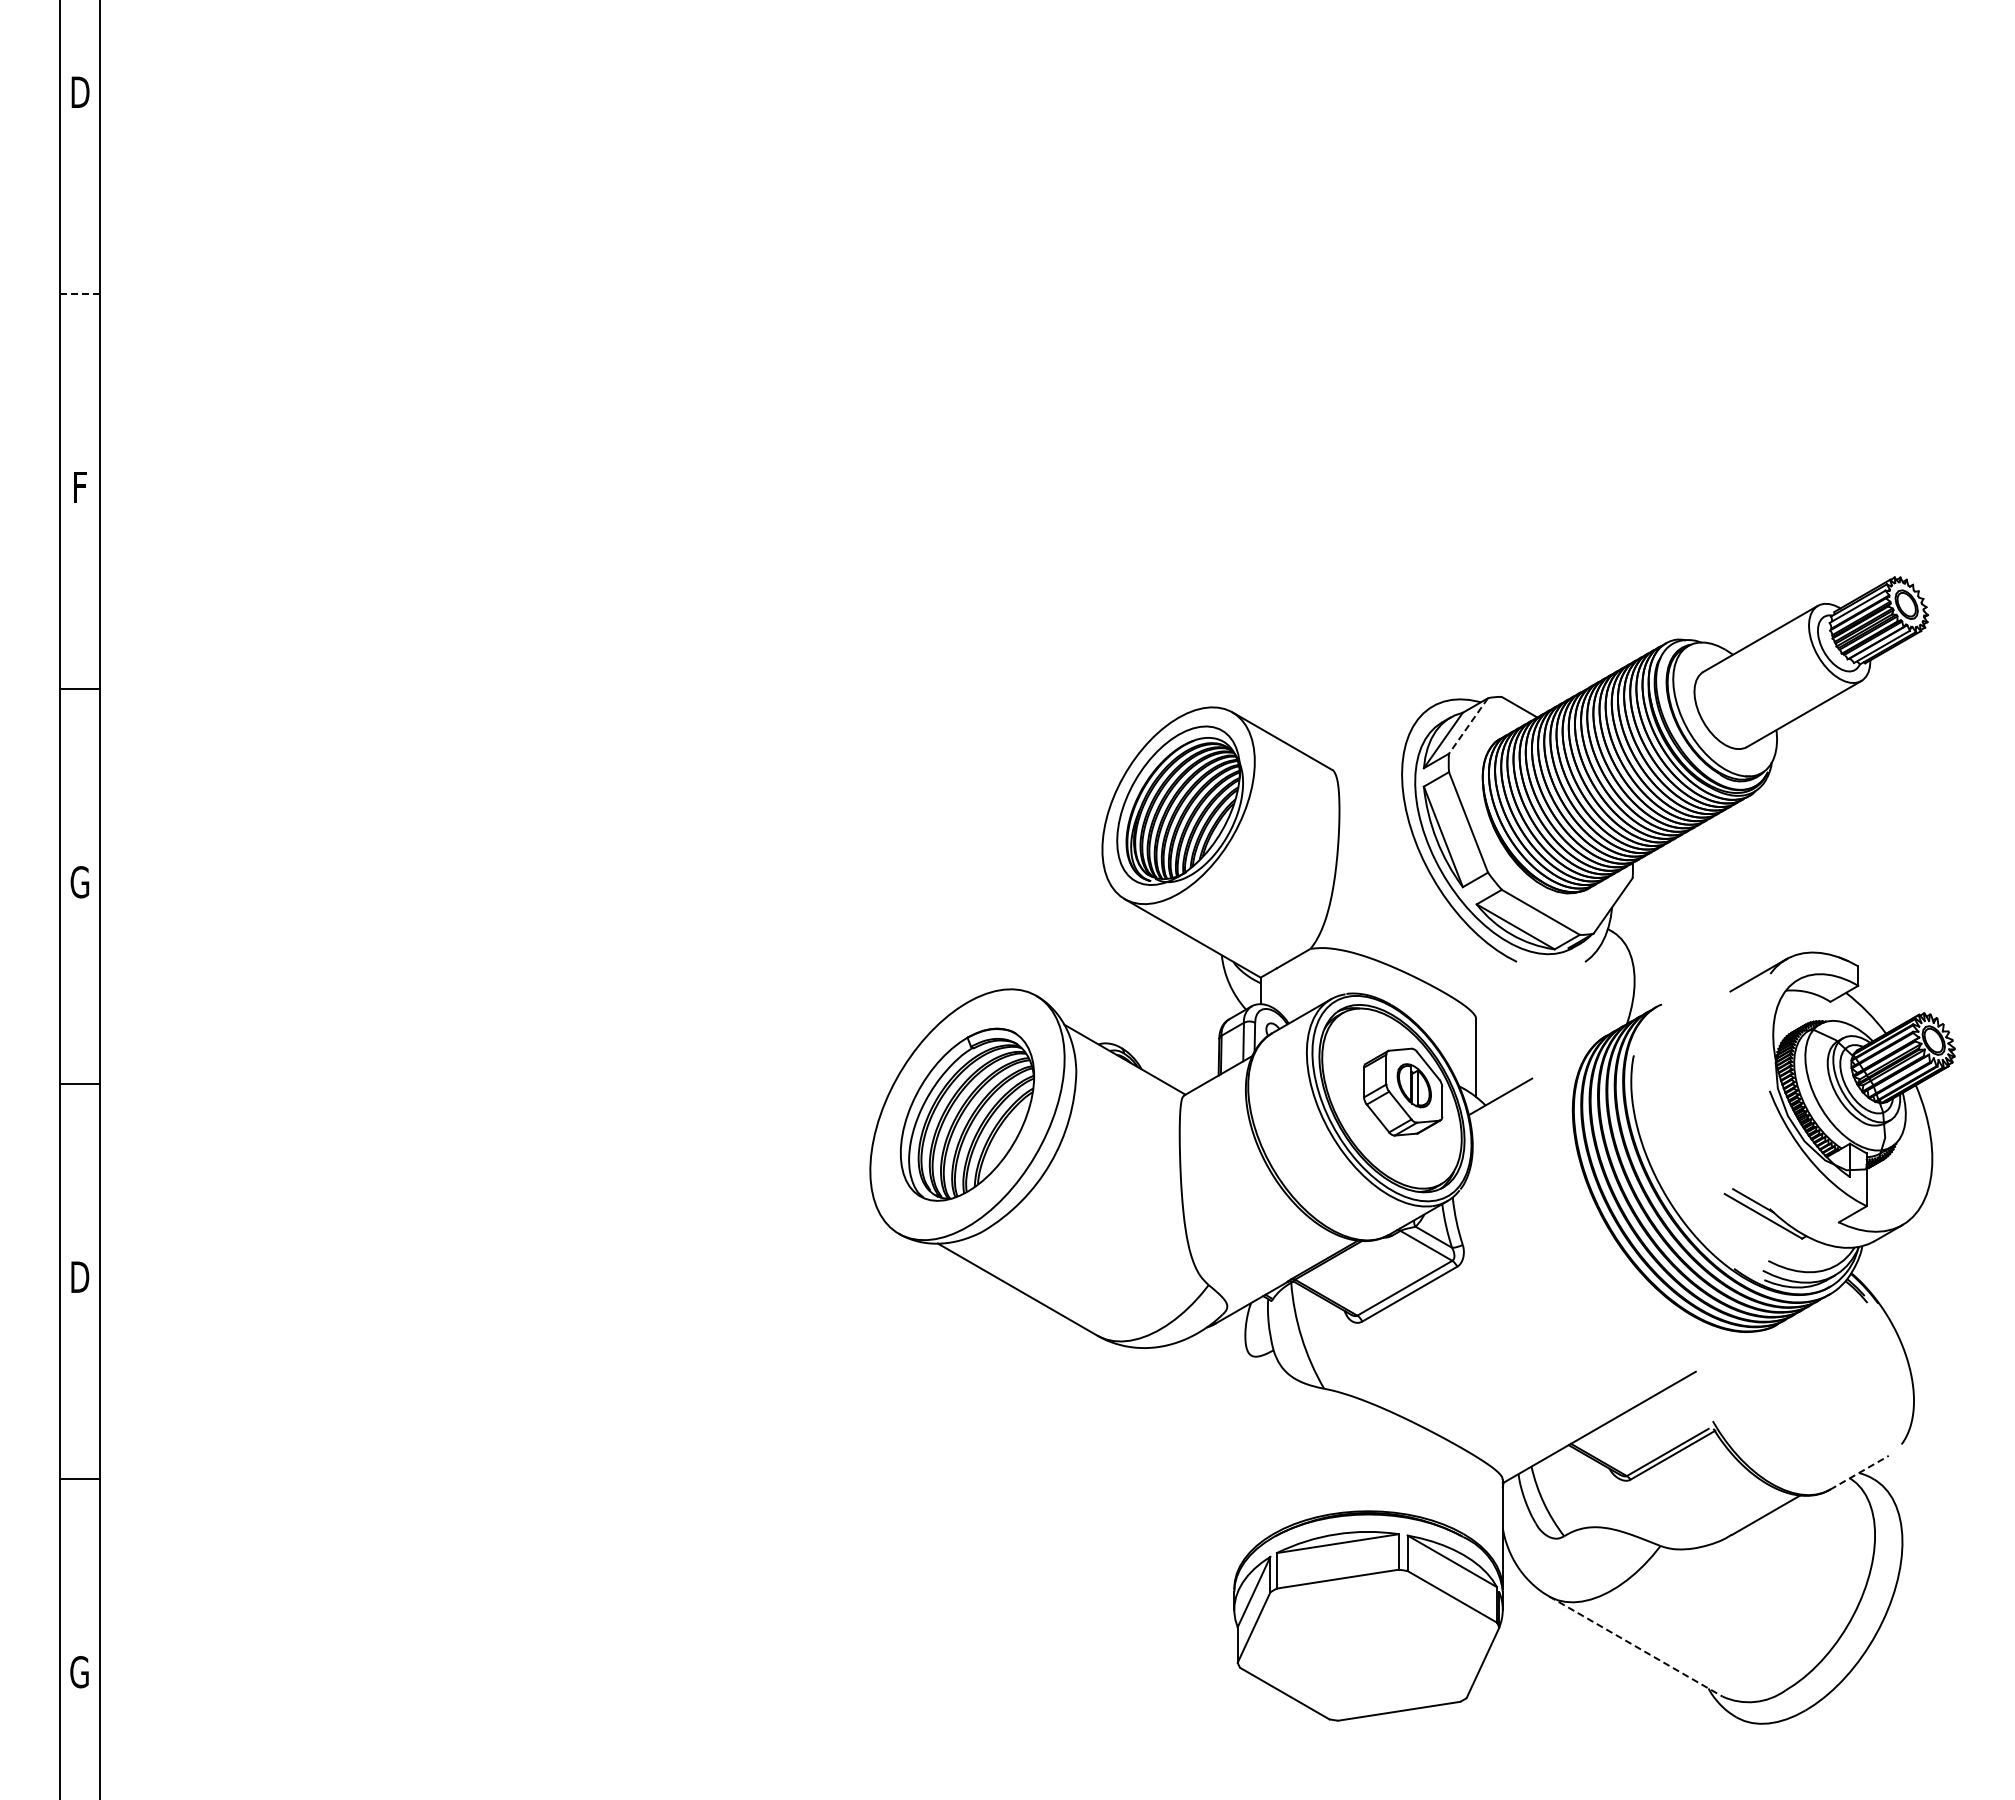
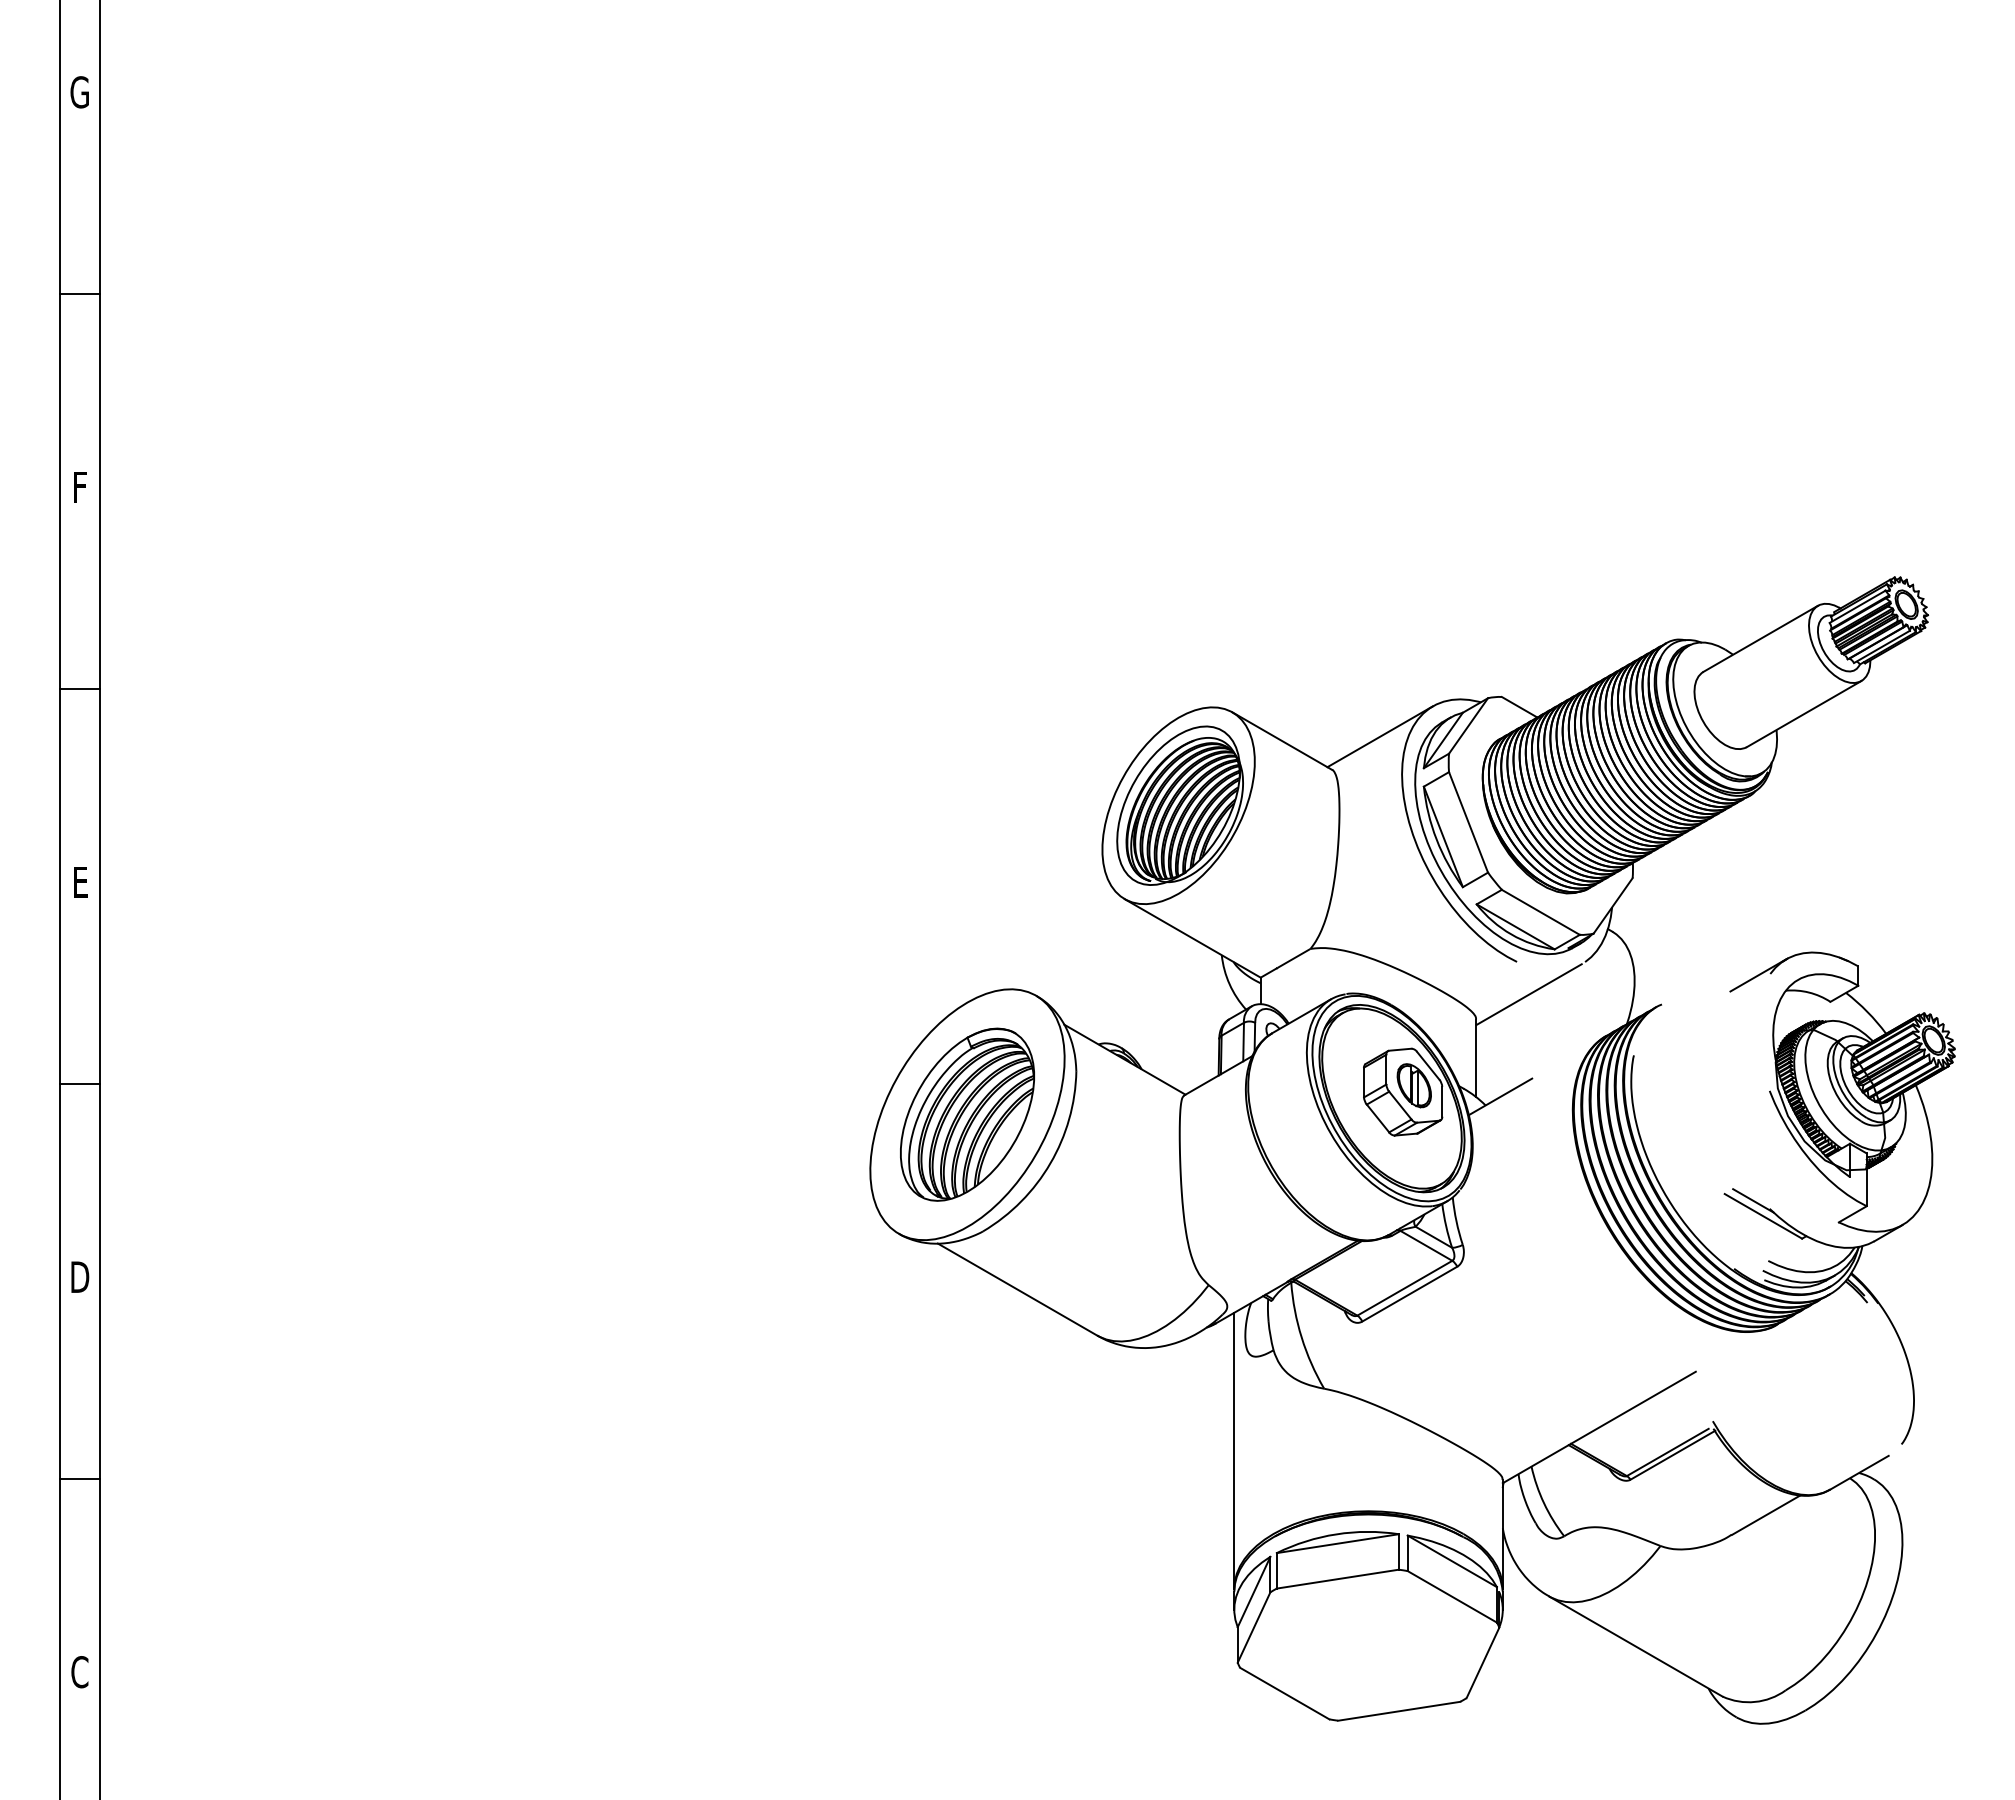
text at (79, 92): D -> G
line at (80, 294): dashed -> solid
line at (1468, 725): dashed -> solid
line at (1379, 736): none -> present
text at (79, 882): G -> E
line at (1528, 994): none -> present
line at (1234, 1450): none -> present
line at (1859, 1472): dashed -> solid
line at (1636, 1646): dashed -> solid
text at (79, 1672): G -> C
